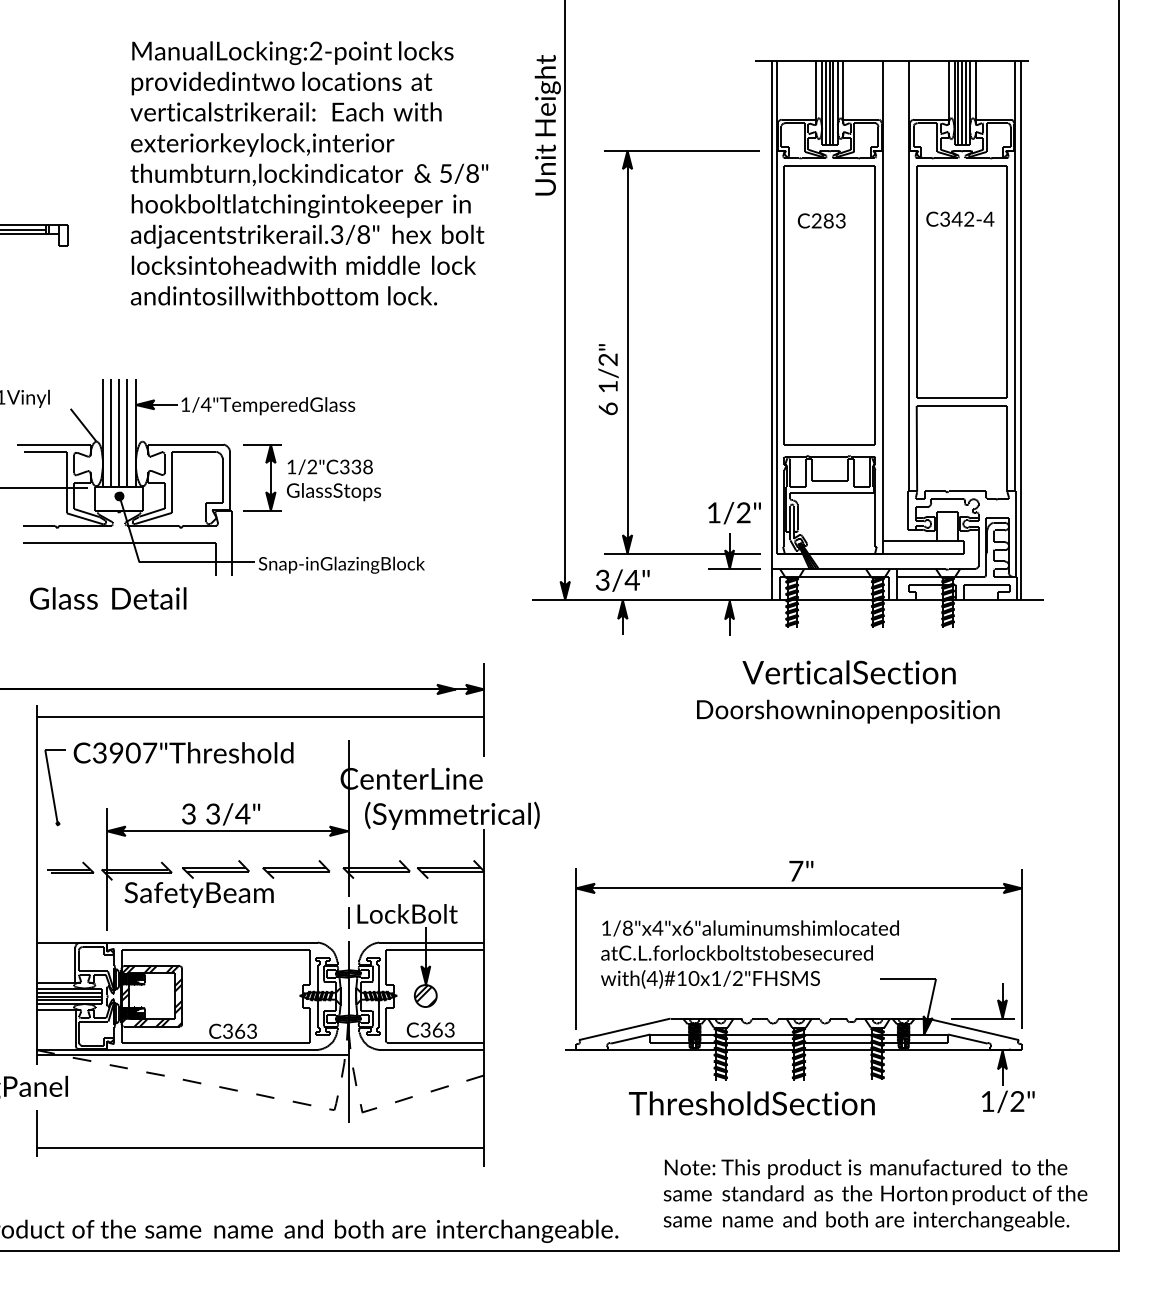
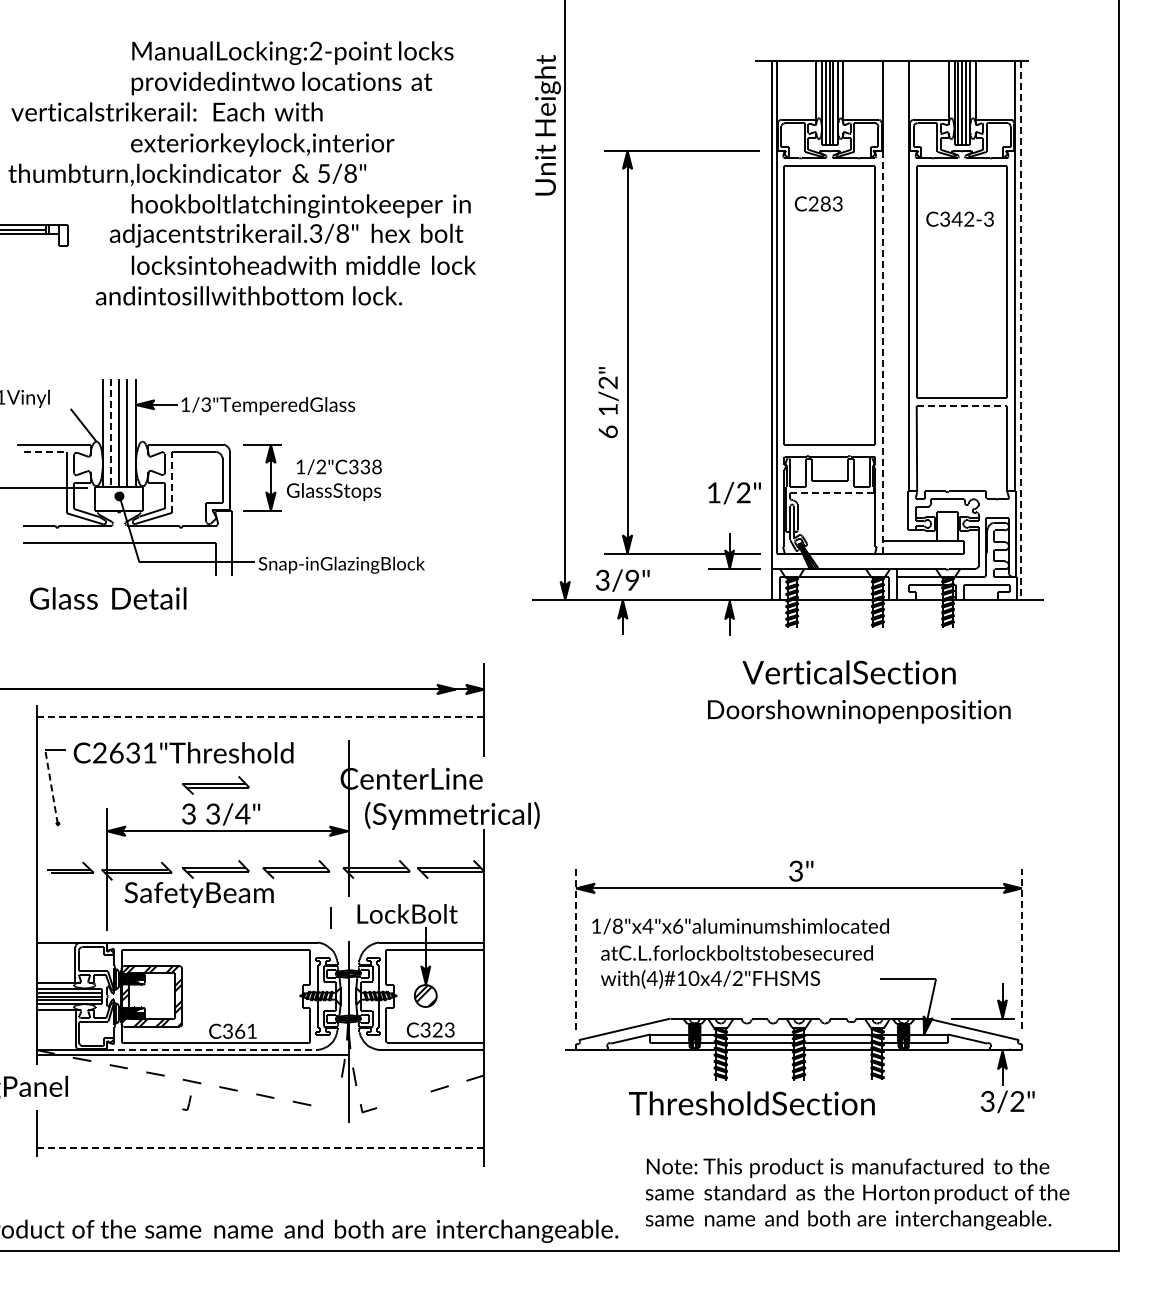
text at (285, 111) position: (285, 111) -> (166, 111)
text at (309, 174) position: (309, 174) -> (187, 174)
text at (988, 218): C342-4 -> C342-3
text at (821, 220) position: (821, 220) -> (818, 203)
text at (307, 236) position: (307, 236) -> (286, 235)
text at (283, 295) position: (283, 295) -> (248, 295)
line at (1020, 330): solid -> dashed
line at (883, 352): solid -> dashed
text at (608, 379) position: (608, 379) -> (608, 402)
text at (205, 404): 1/4"TemperedGlass -> 1/3"TemperedGlass
line at (962, 405): solid -> dashed
line at (111, 433): solid -> dashed
line at (46, 452): solid -> dashed
text at (329, 466) position: (329, 466) -> (338, 466)
line at (172, 482): solid -> dashed
line at (832, 492): solid -> dashed
text at (734, 513) position: (734, 513) -> (734, 493)
text at (631, 579): 3/4" -> 3/9"
text at (848, 711) position: (848, 711) -> (859, 711)
line at (260, 717): solid -> dashed
text at (125, 752): C3907"Threshold -> C2631"Threshold
part at (215, 785): none -> present
line at (51, 786): solid -> dashed
text at (796, 870): 7" -> 3"
line at (348, 917) position: (348, 917) -> (330, 917)
text at (750, 928) position: (750, 928) -> (740, 926)
line at (575, 948): solid -> dashed
line at (1022, 949): solid -> dashed
text at (715, 978): with(4)#10x1/2"FHSMS -> with(4)#10x4/2"FHSMS
text at (437, 1029): C363 -> C323
text at (251, 1030): C363 -> C361
line at (211, 1049): solid -> dashed
line at (403, 1099): present -> none
text at (987, 1101): 1/2" -> 3/2"
part at (333, 1102) position: (333, 1102) -> (186, 1102)
line at (260, 1147): solid -> dashed
text at (875, 1195) position: (875, 1195) -> (857, 1194)
